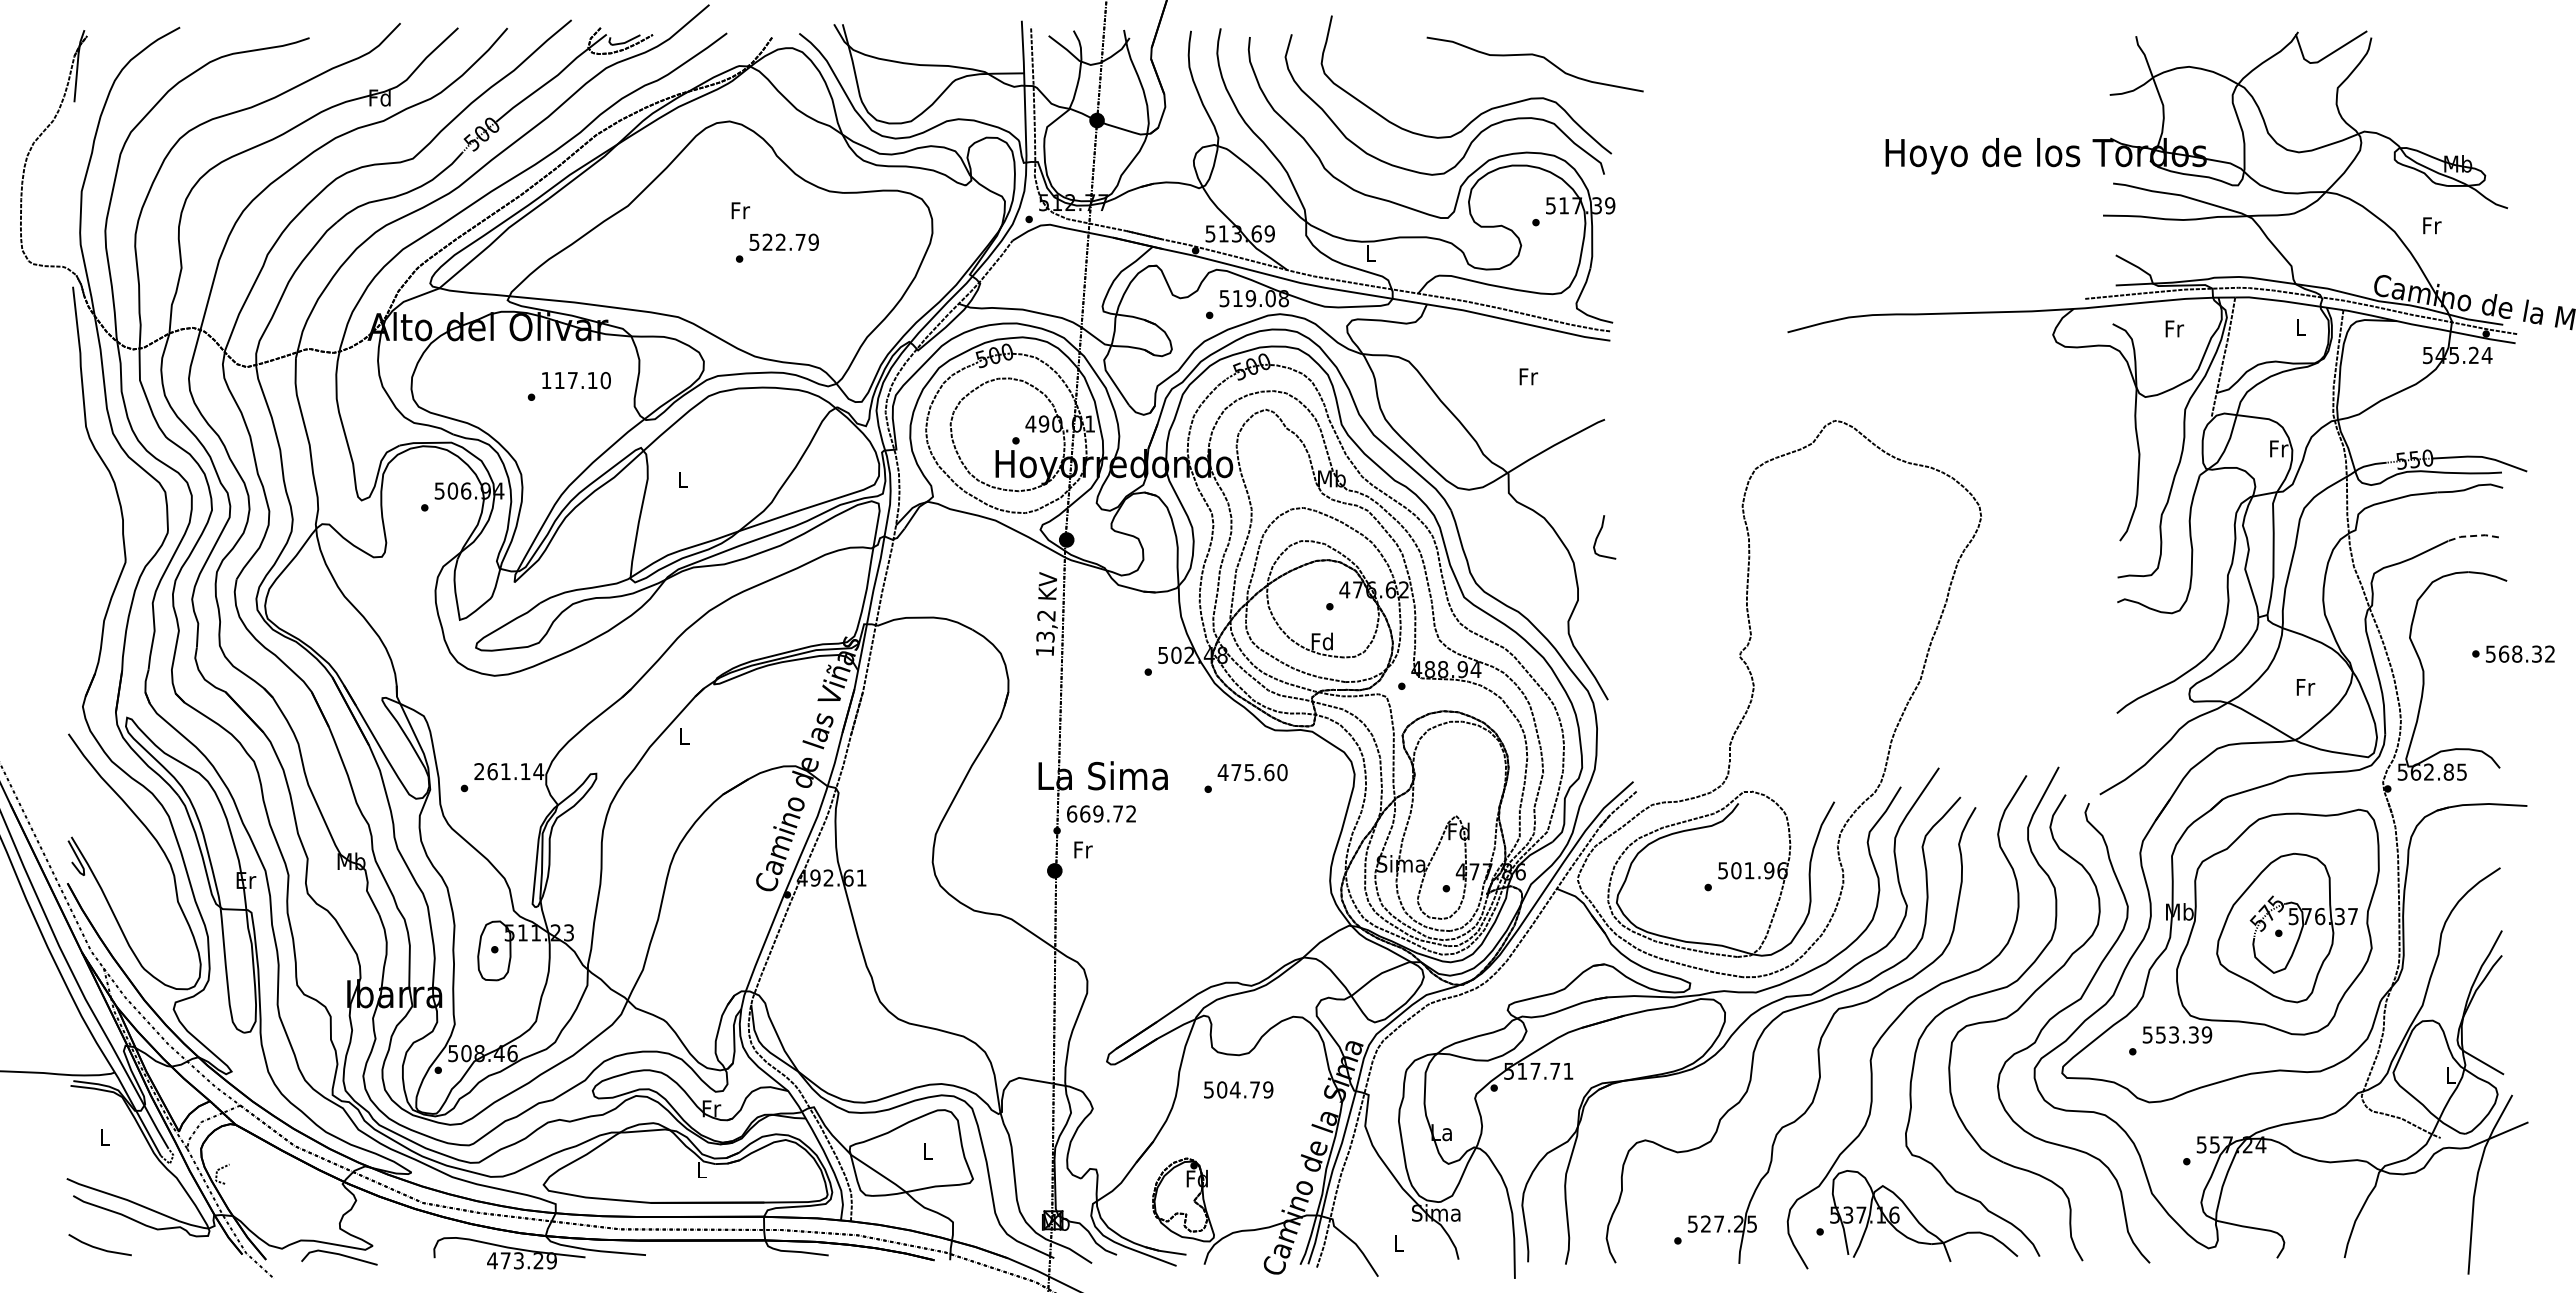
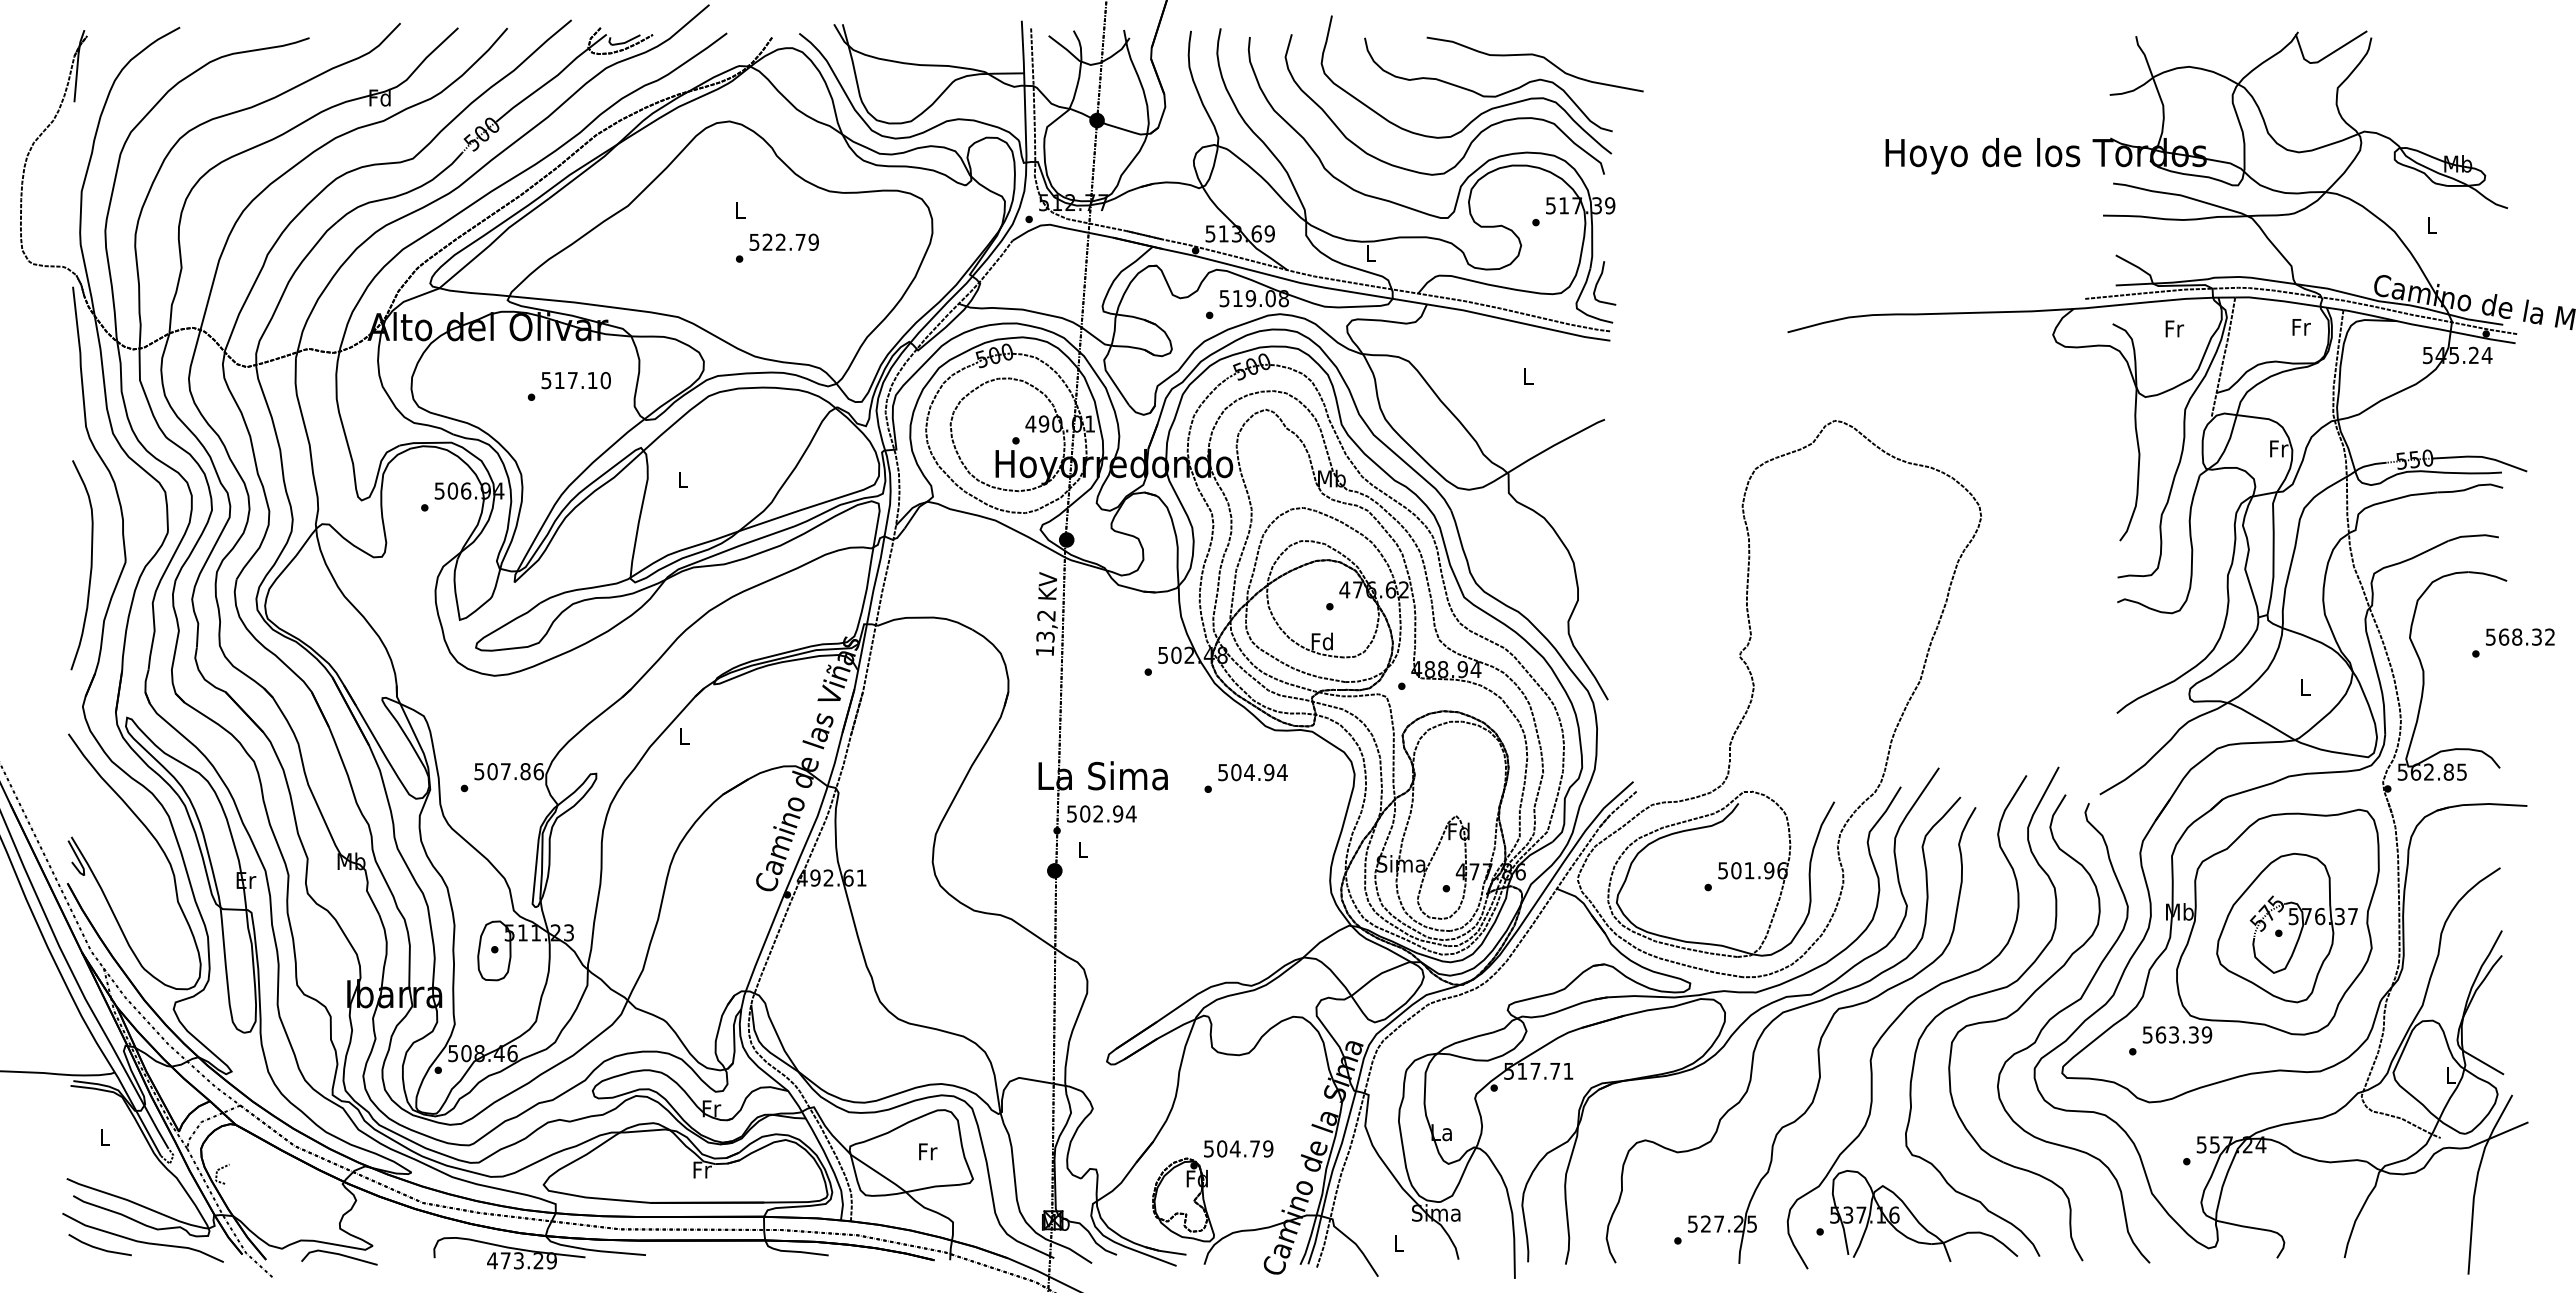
curve at (1488, 95): none -> present
text at (740, 210): Fr -> L
text at (2432, 225): Fr -> L
text at (2301, 327): L -> Fr
text at (1528, 376): Fr -> L
text at (546, 380): 117.10 -> 517.10
curve at (1599, 535) position: (1599, 535) -> (1599, 281)
line at (2472, 536): dashed -> solid
curve at (90, 565): none -> present
text at (2520, 653) position: (2520, 653) -> (2520, 636)
text at (2305, 687): Fr -> L
text at (509, 771): 261.14 -> 507.86
text at (1252, 772): 475.60 -> 504.94
text at (1101, 813): 669.72 -> 502.94
text at (1083, 849): Fr -> L
text at (2160, 1034): 553.39 -> 563.39
text at (1238, 1089) position: (1238, 1089) -> (1238, 1148)
text at (928, 1151): L -> Fr
text at (702, 1169): L -> Fr
curve at (142, 1241): none -> present
